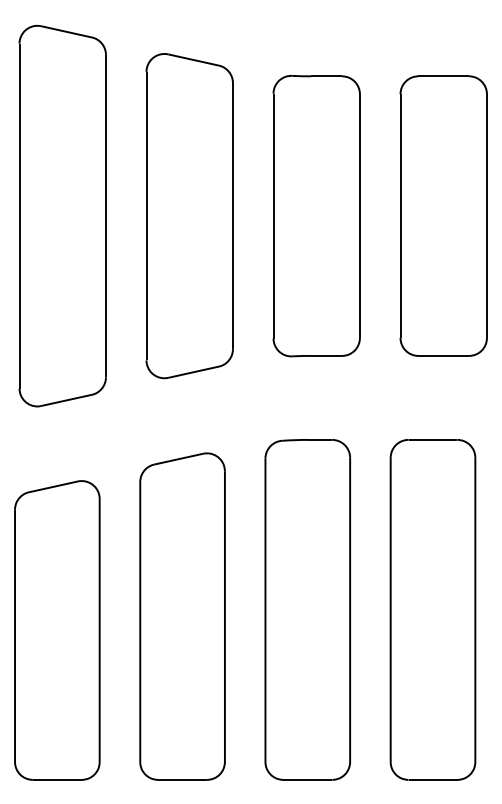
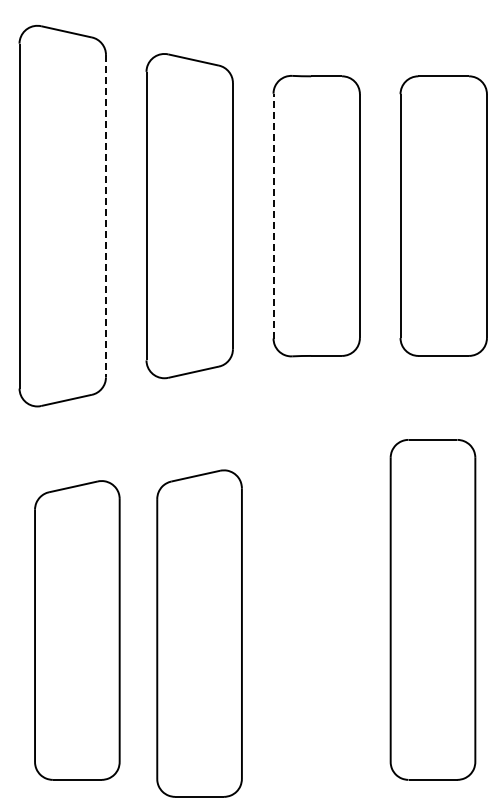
line at (273, 215): solid -> dashed
line at (105, 216): solid -> dashed
part at (307, 609): present -> none
part at (182, 616) position: (182, 616) -> (199, 633)
part at (57, 630) position: (57, 630) -> (77, 630)
